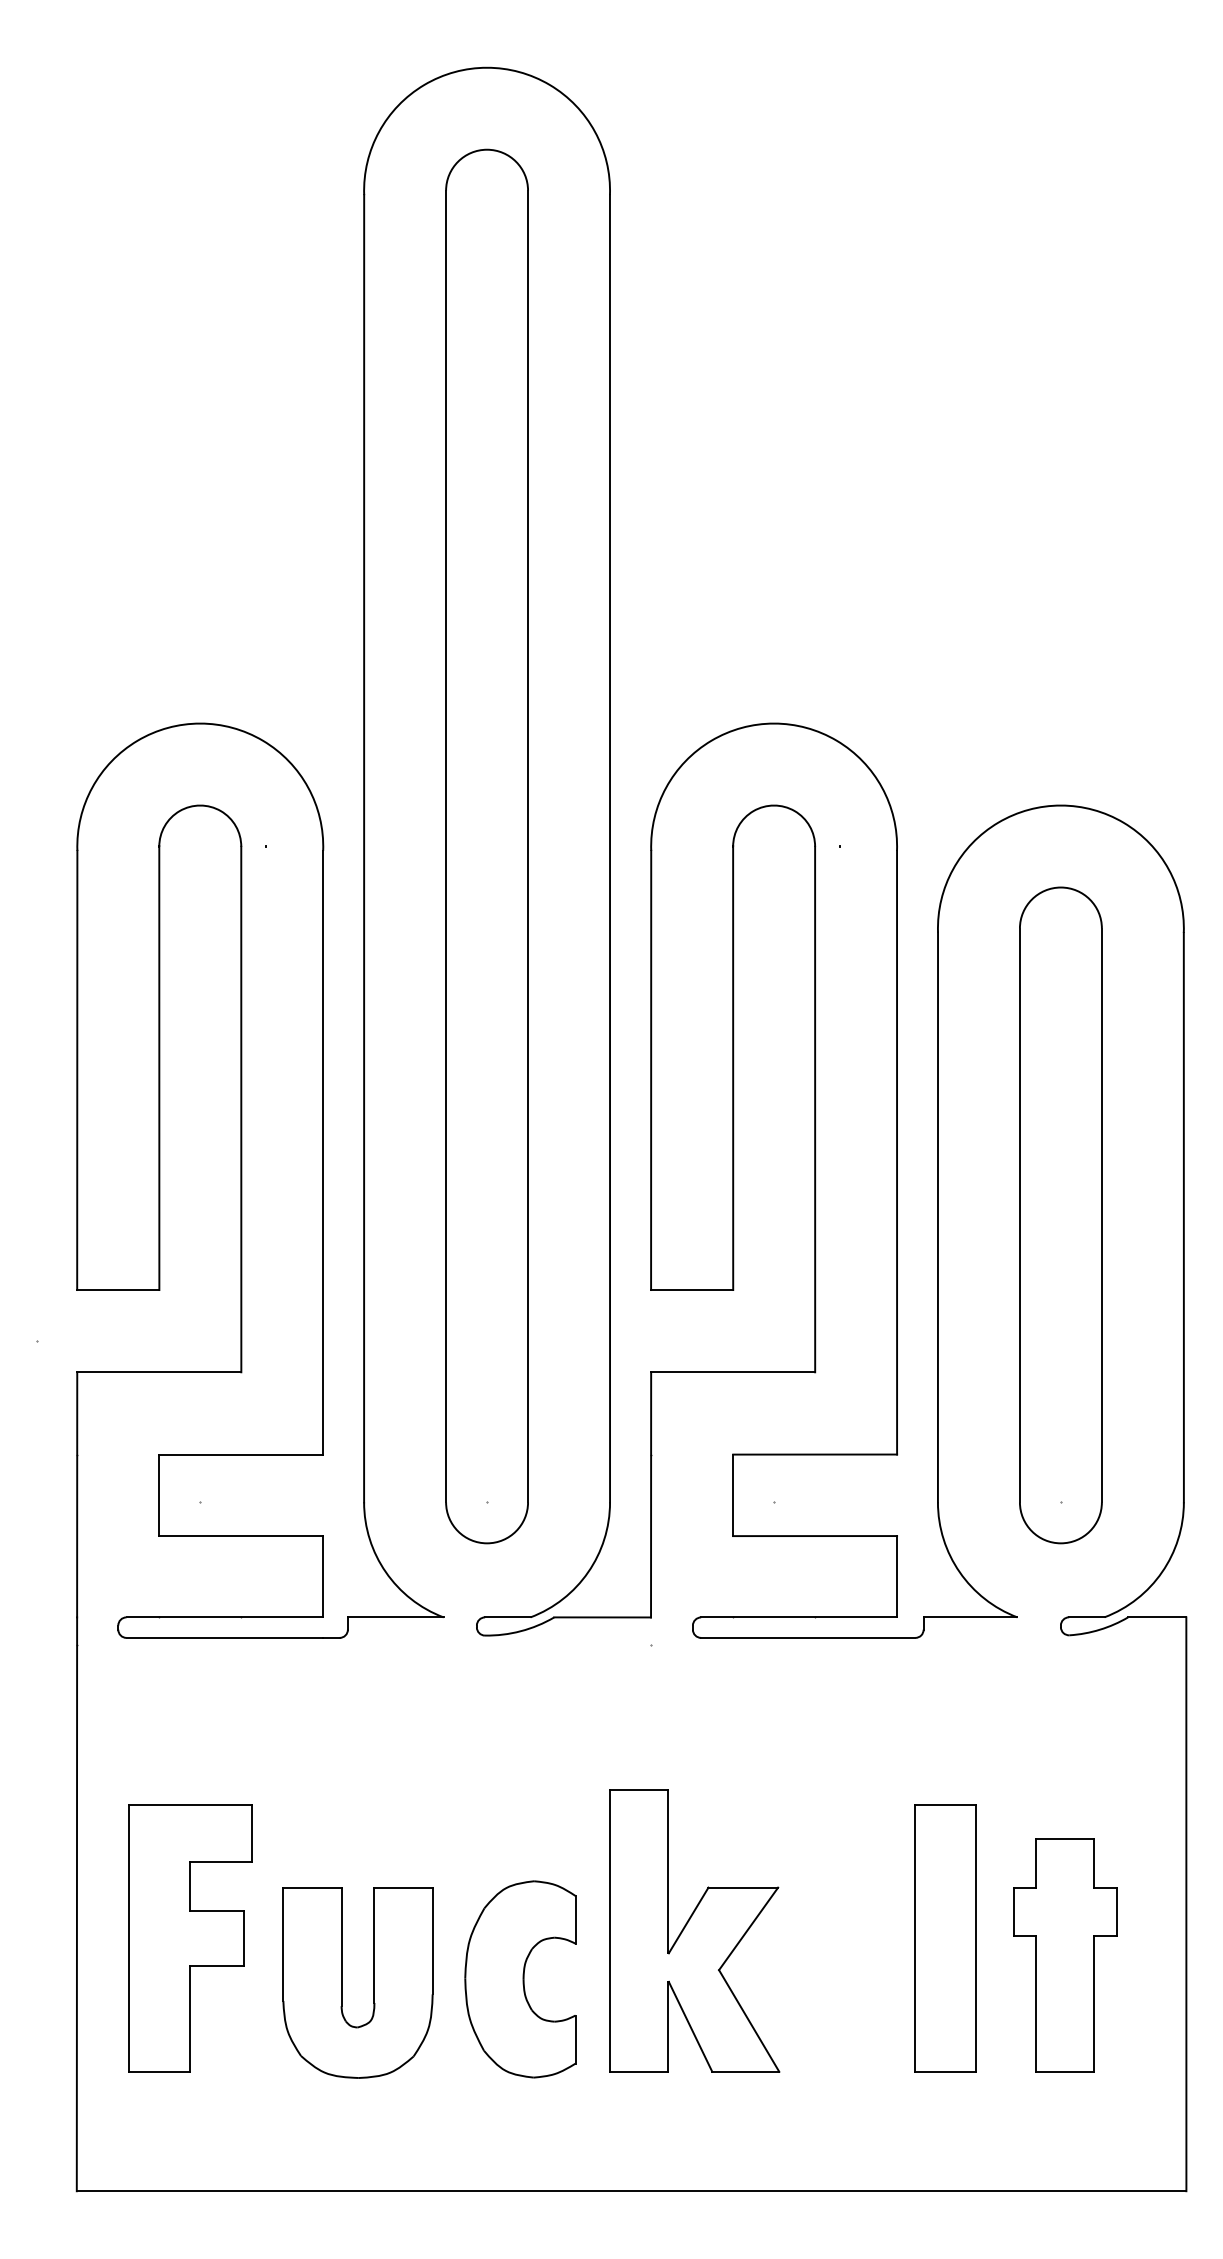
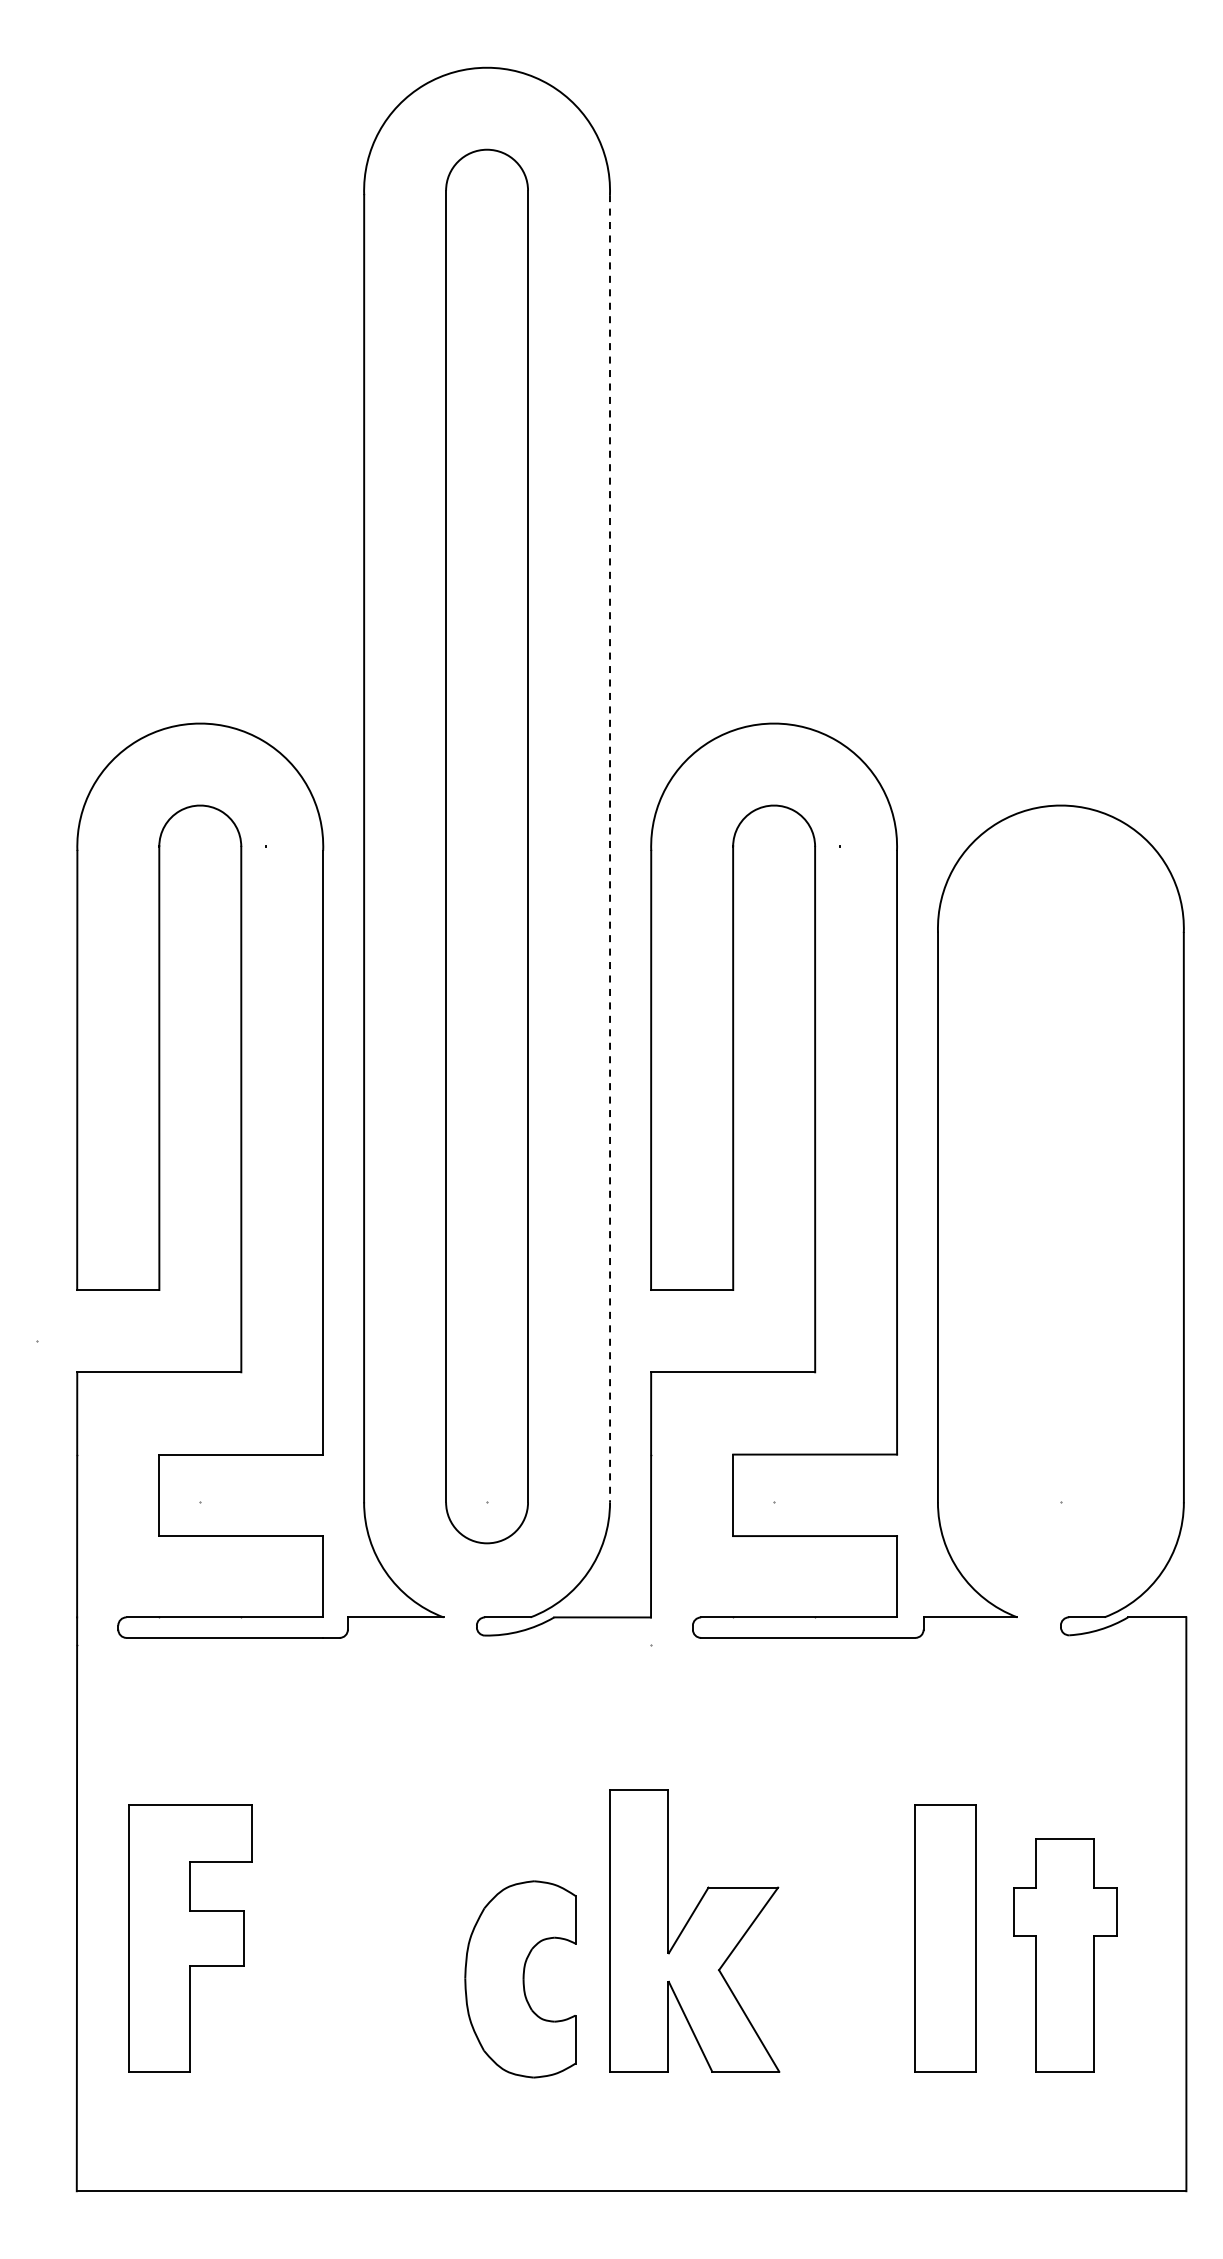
line at (610, 848): solid -> dashed
part at (1060, 1215): present -> none
part at (342, 1982): present -> none
